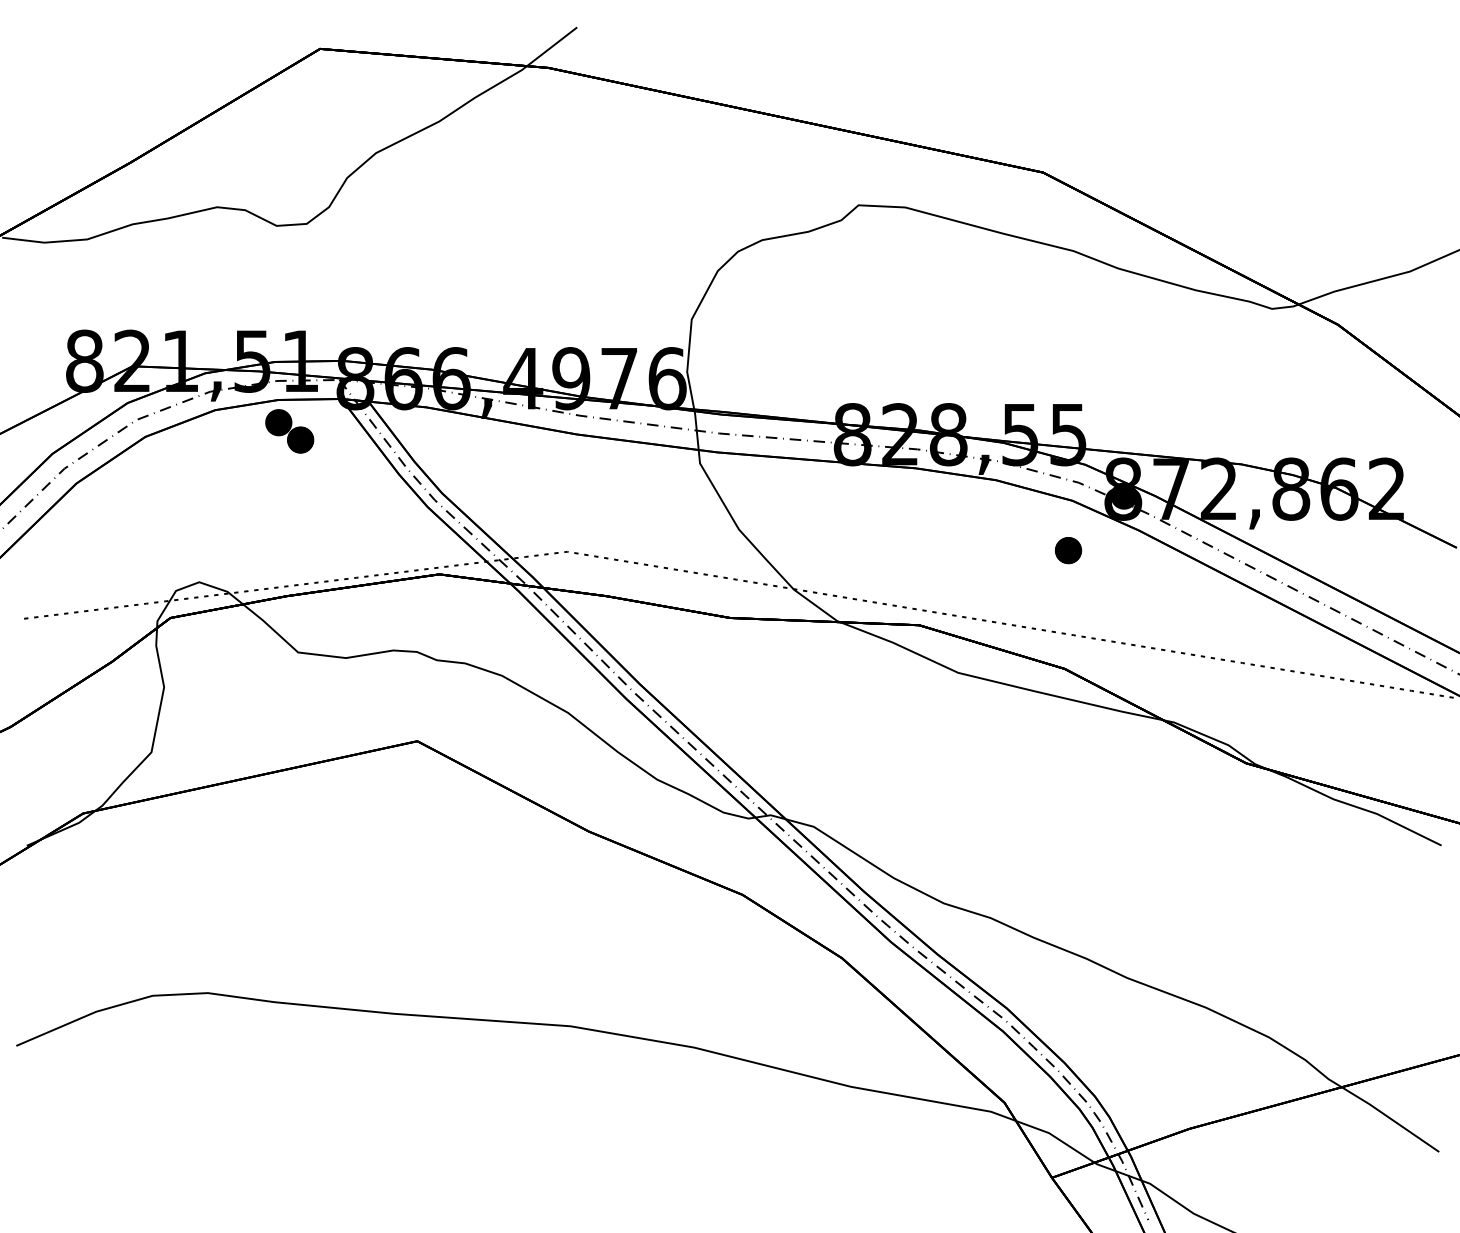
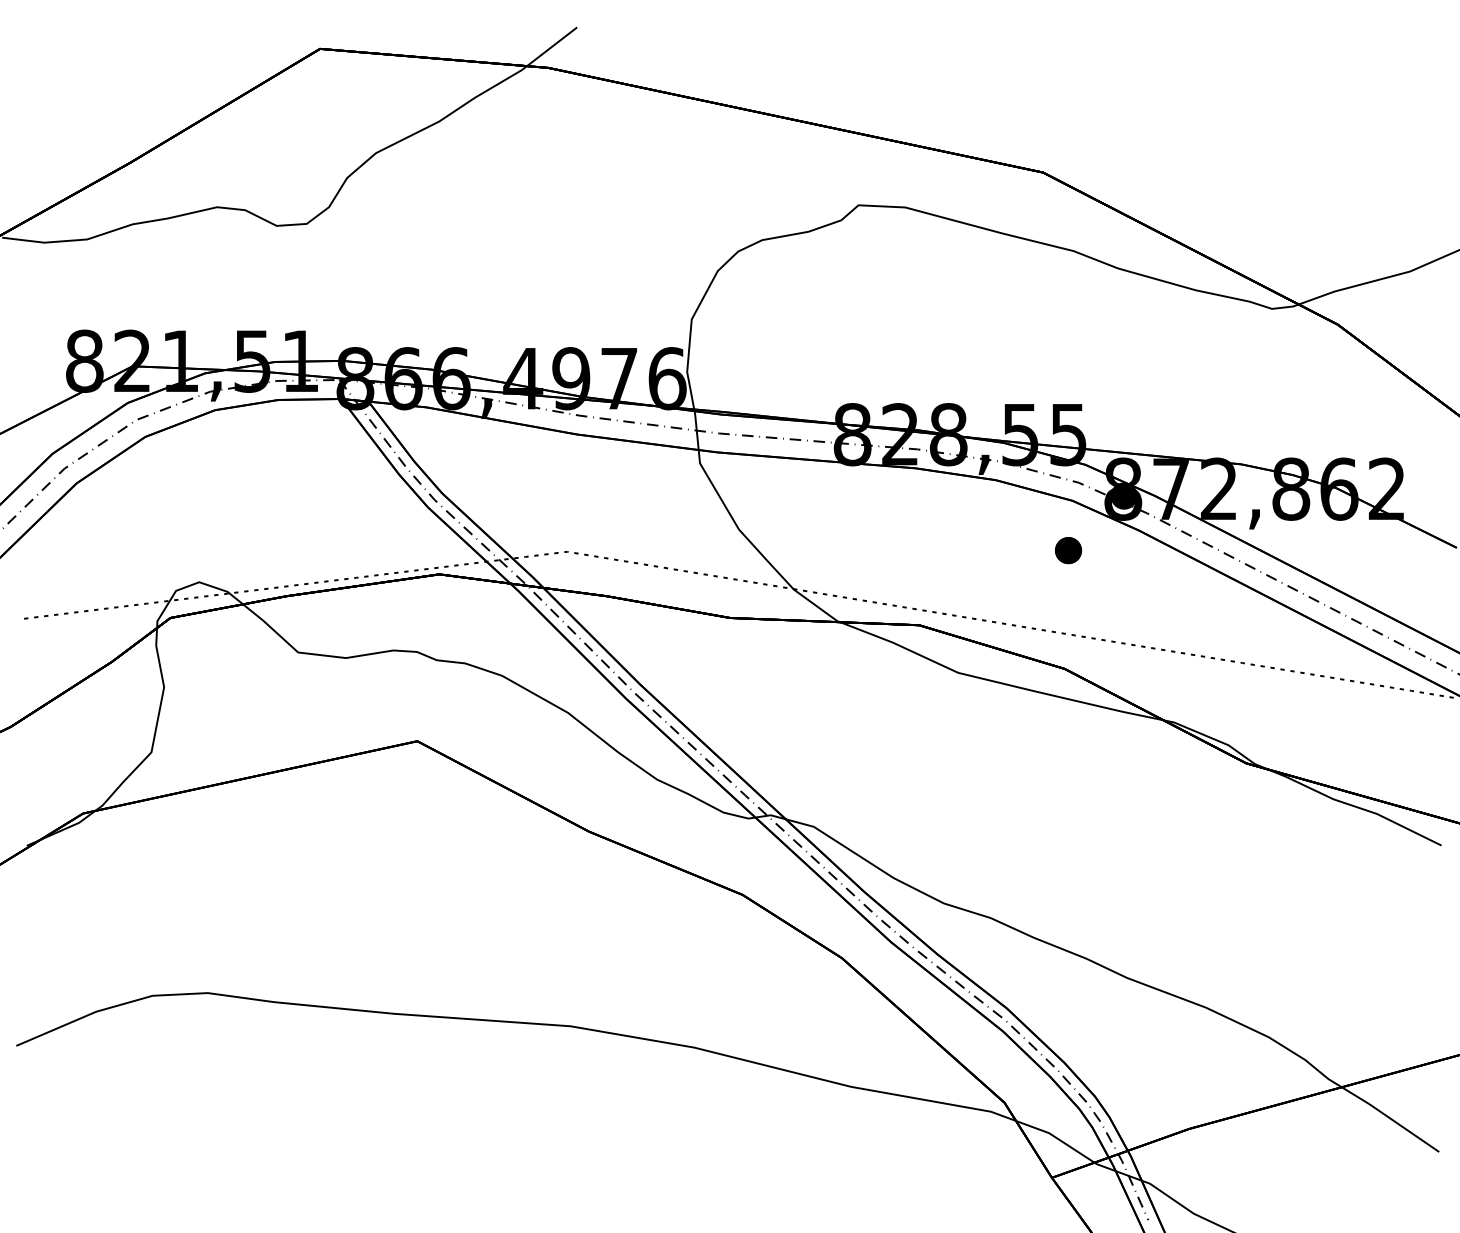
part at (289, 431): present -> none
